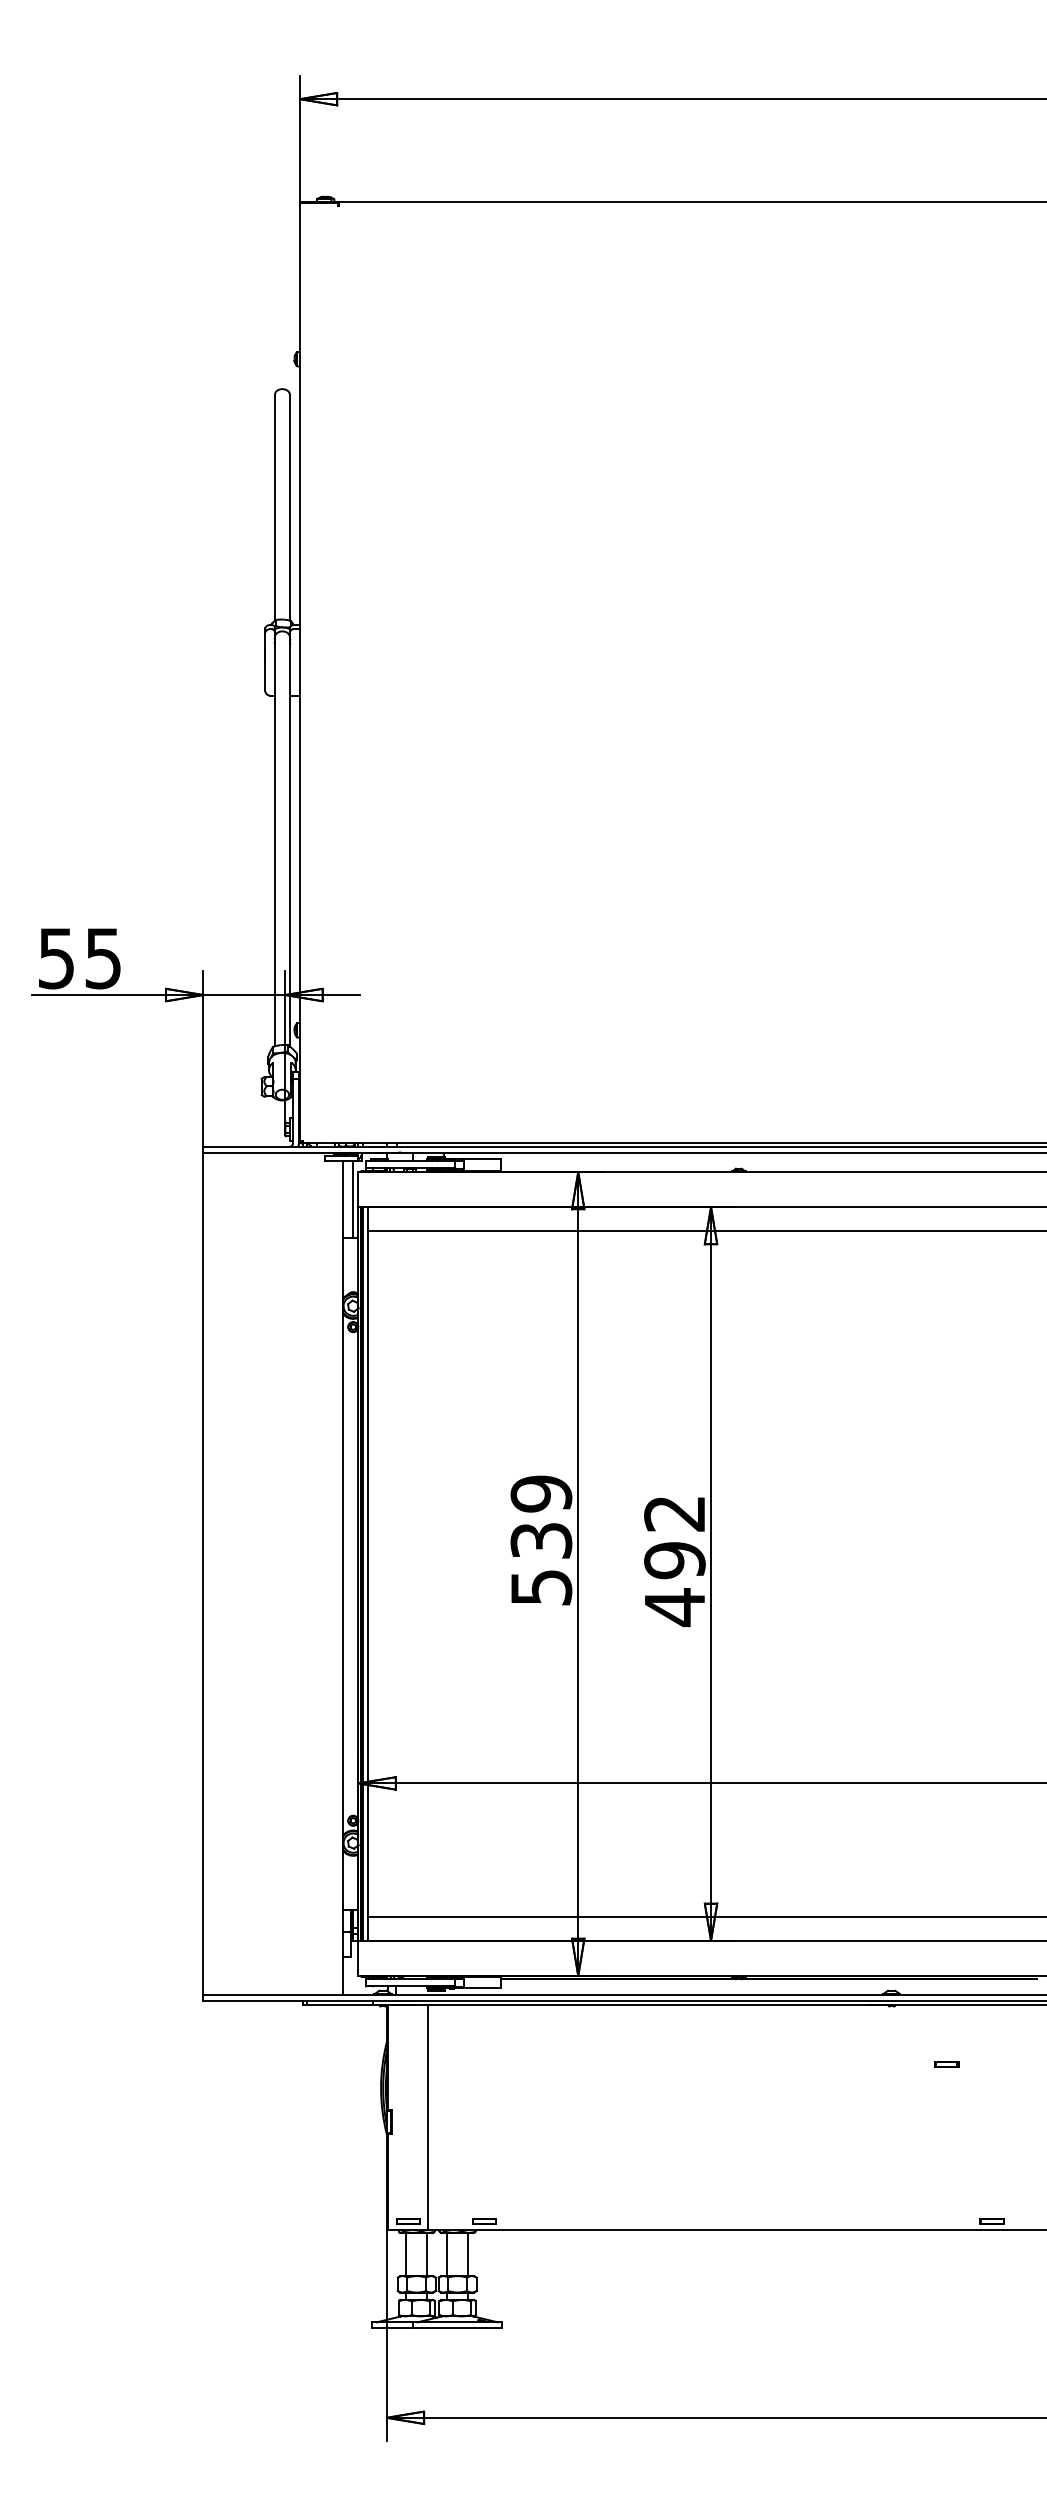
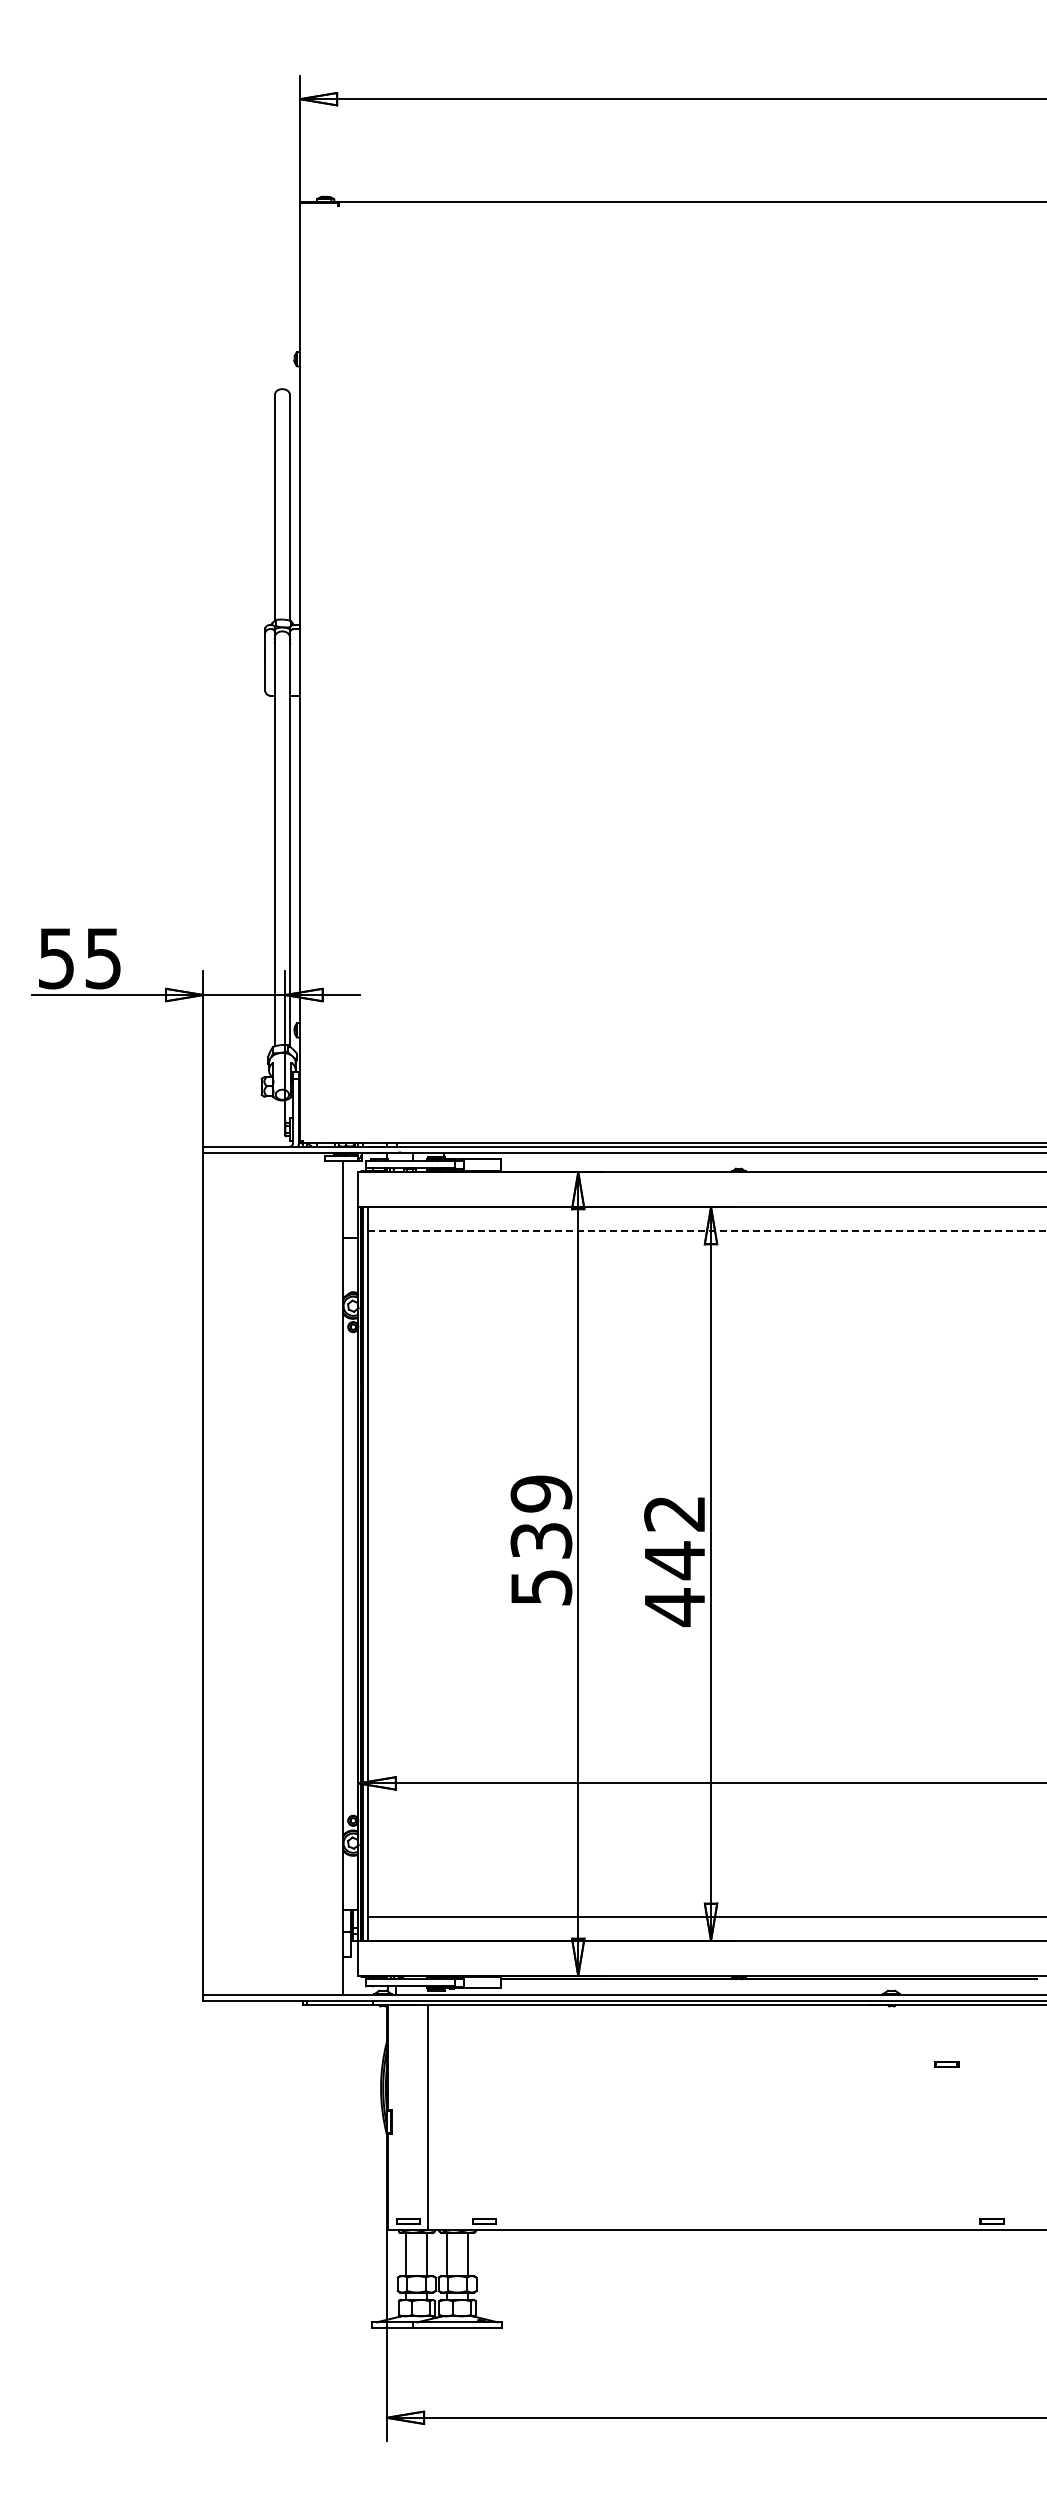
line at (352, 1199): present -> none
line at (707, 1230): solid -> dashed
text at (674, 1560): 492 -> 442
